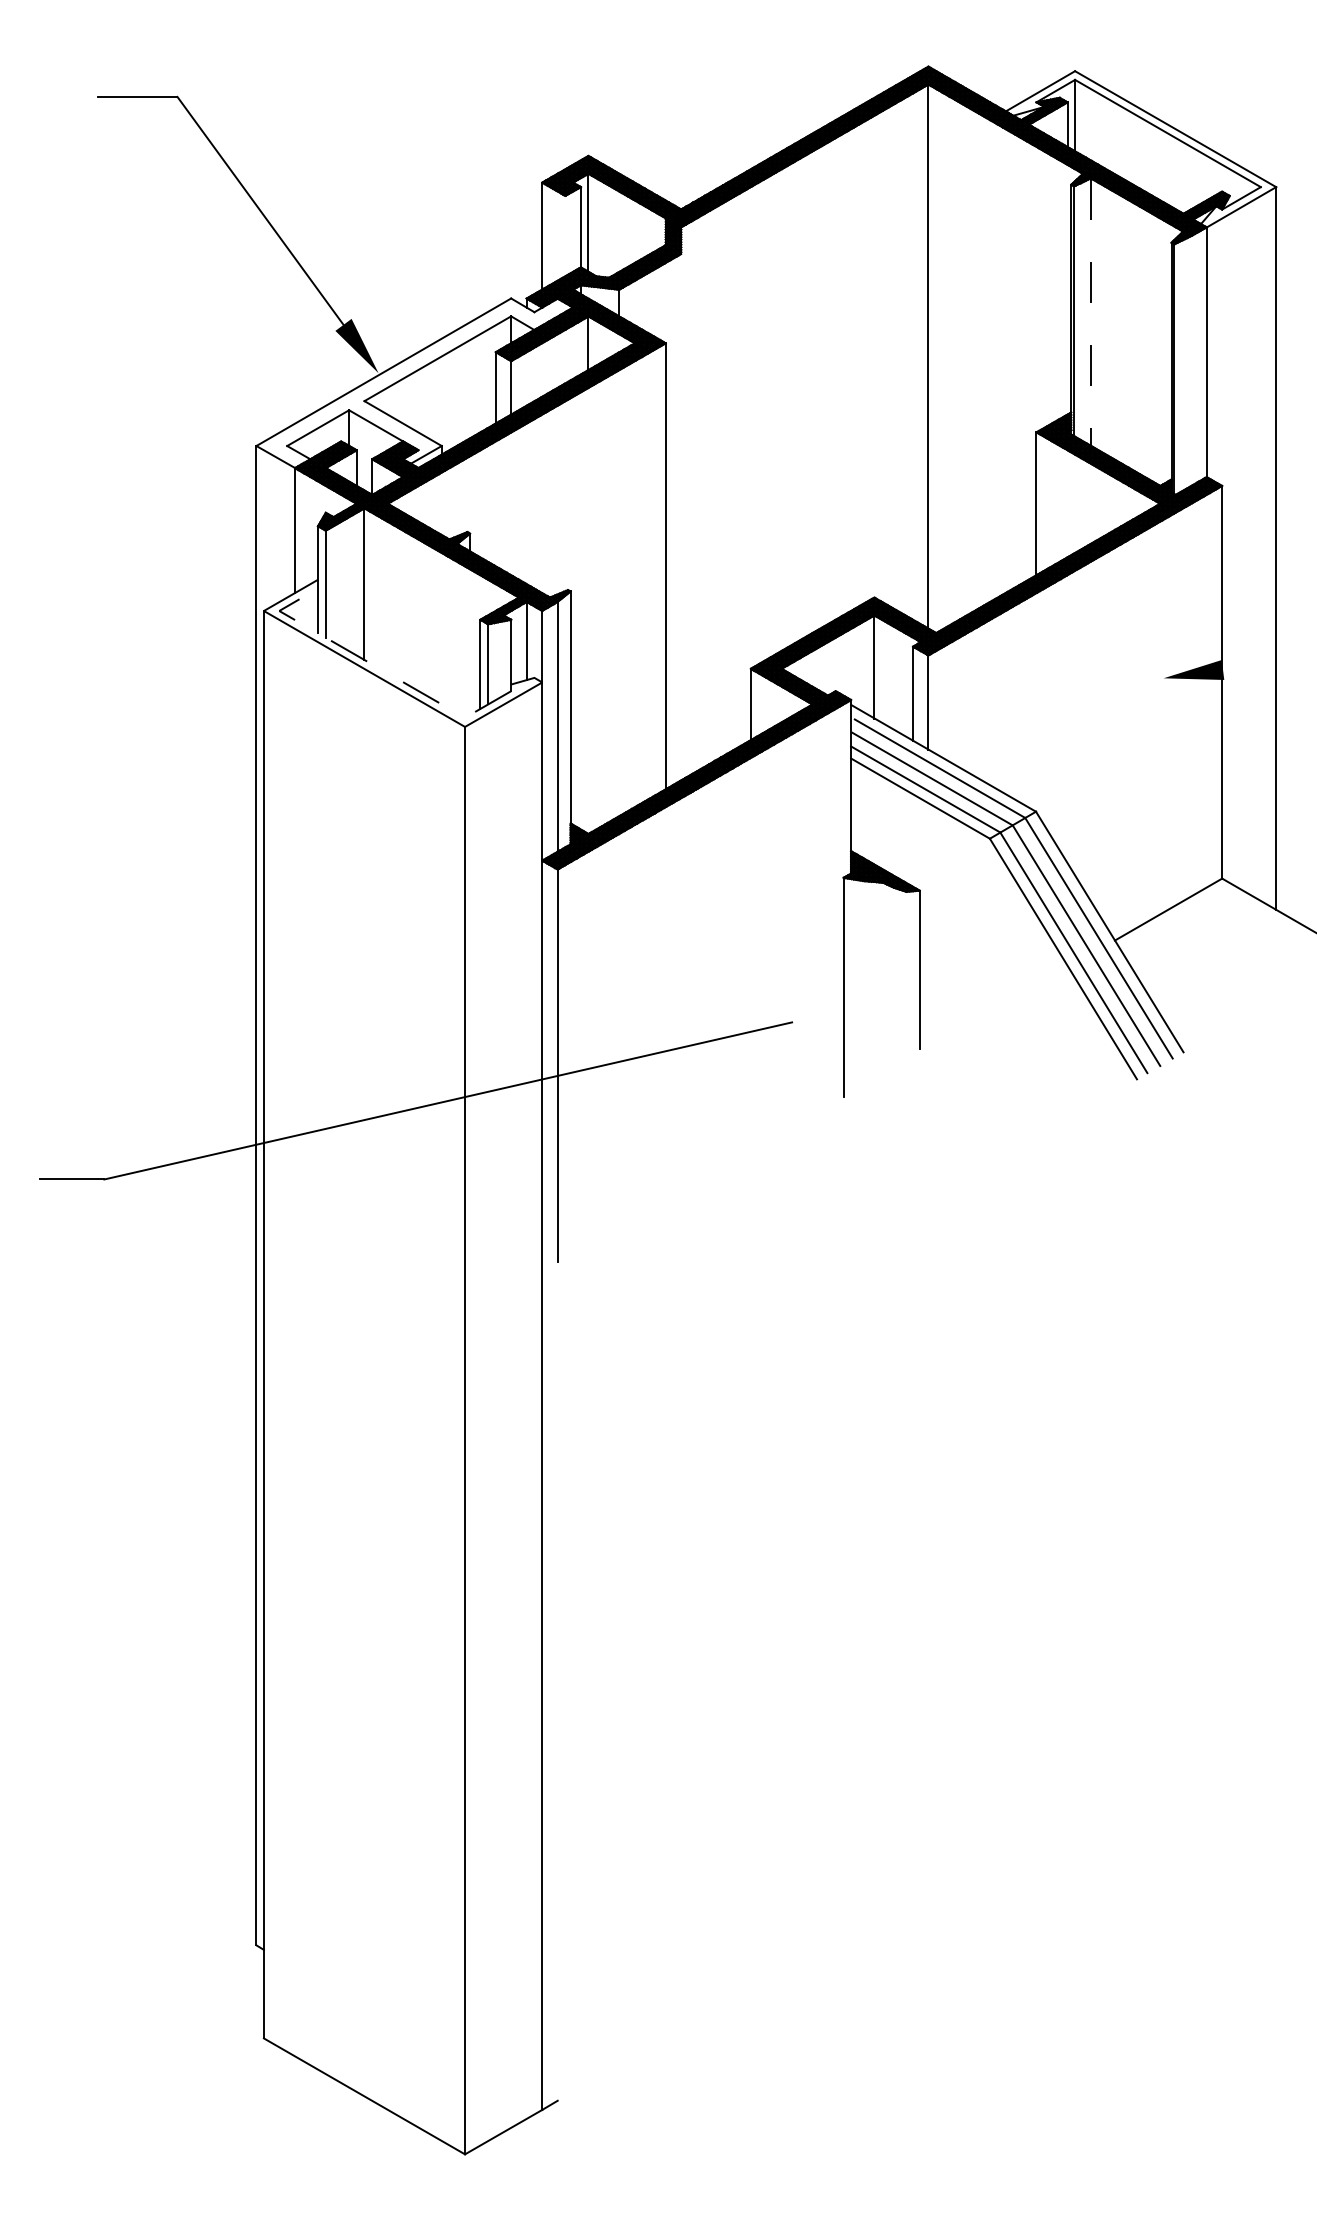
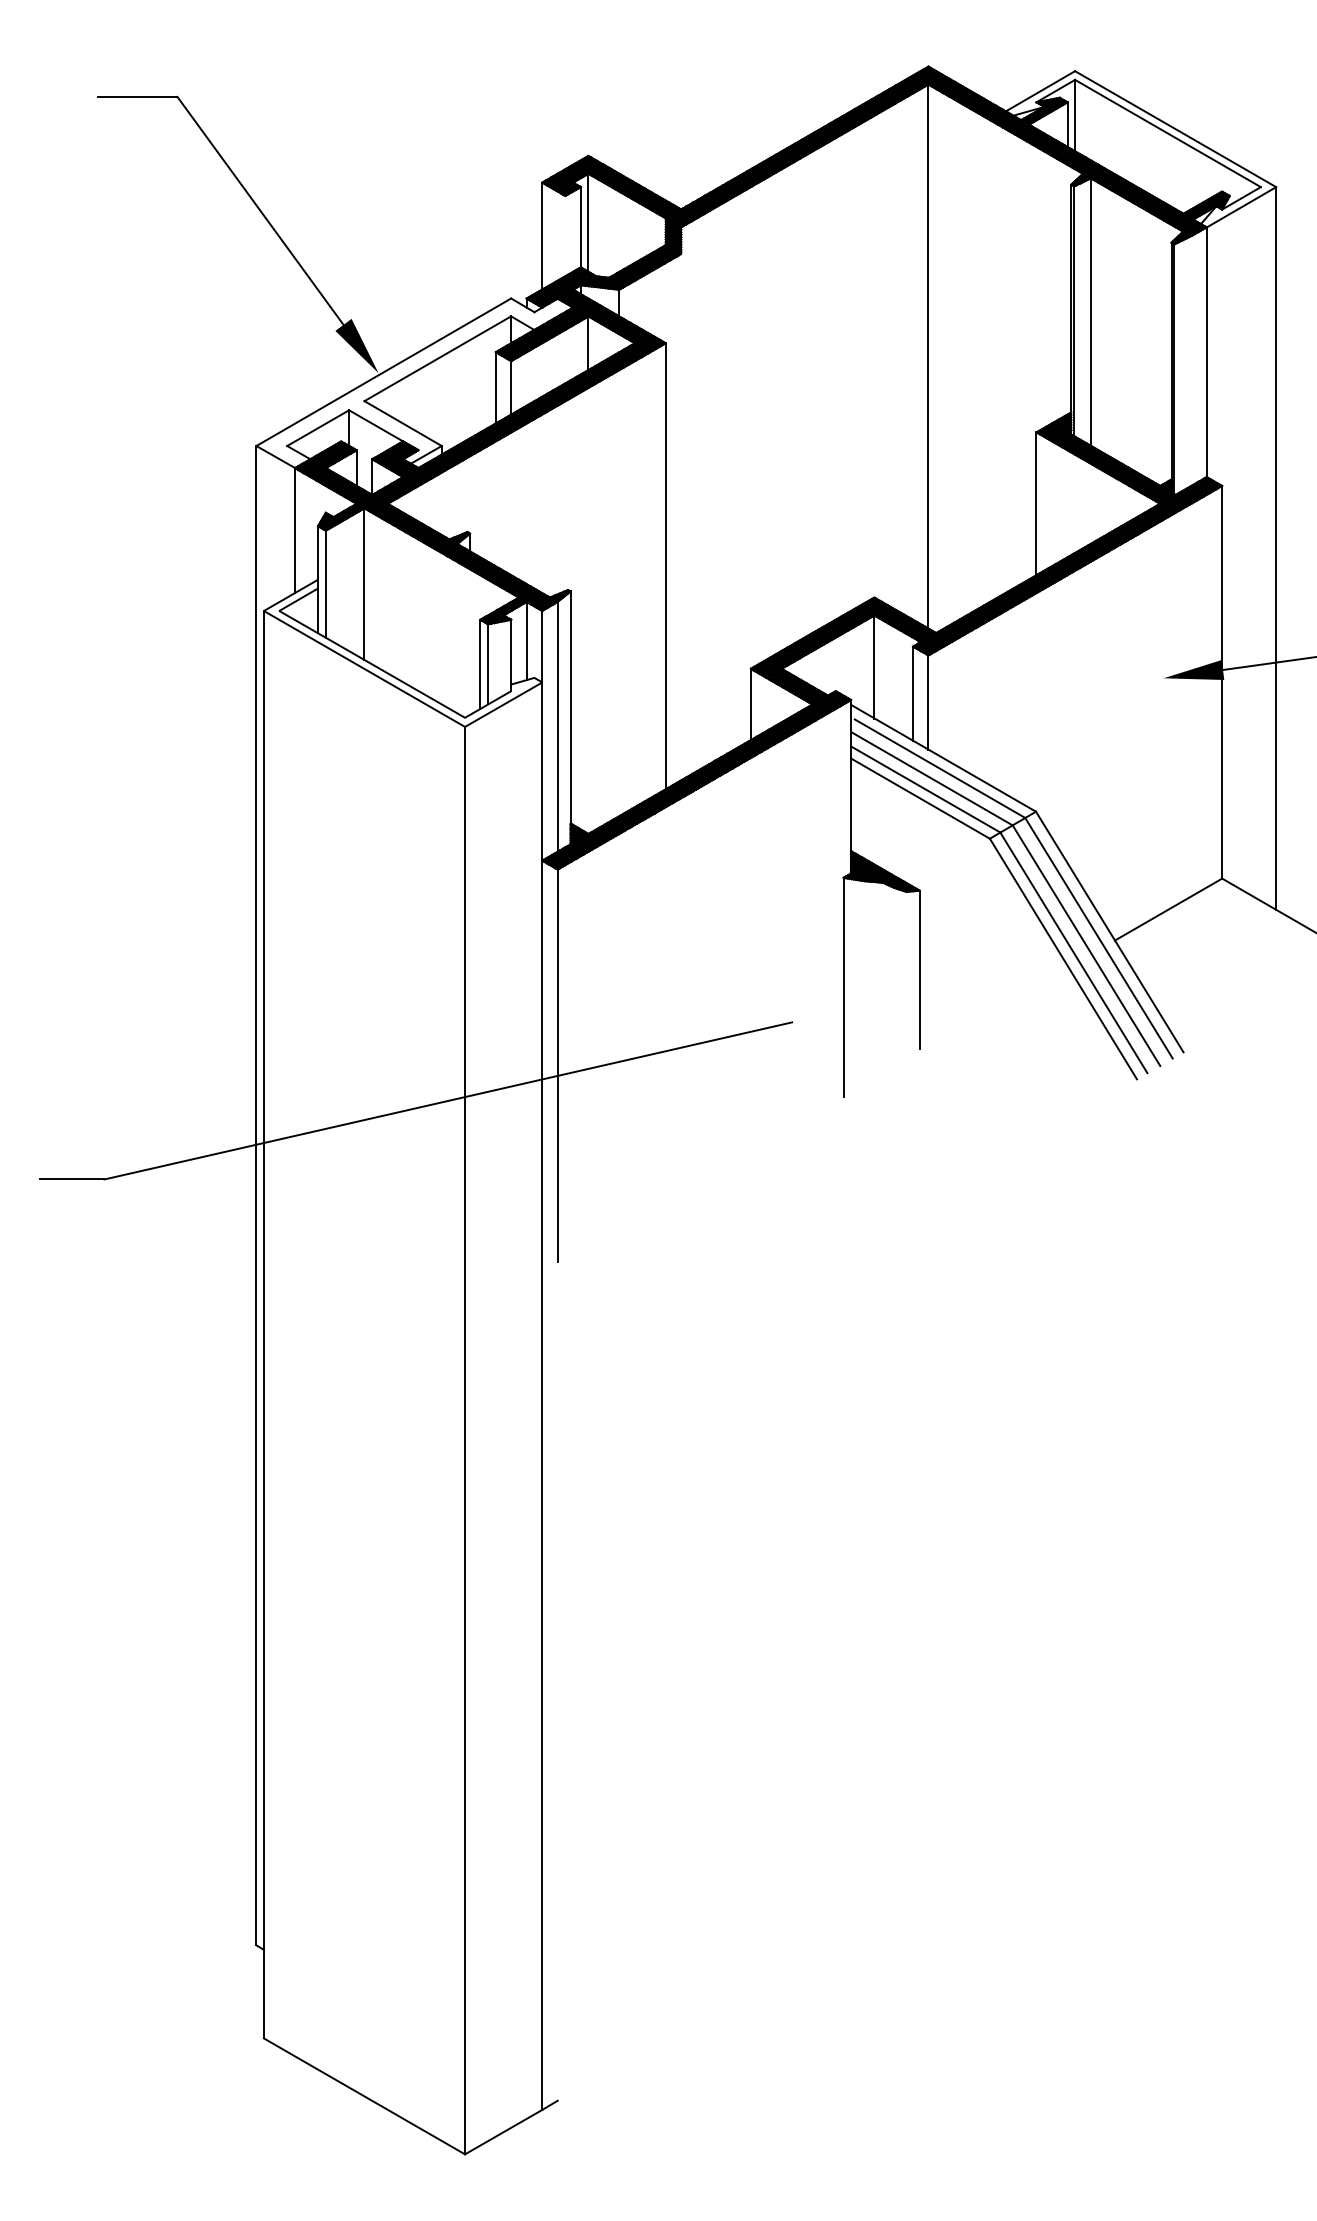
line at (1090, 312): dashed -> solid
line at (1268, 663): none -> present
line at (376, 666): dashed -> solid
